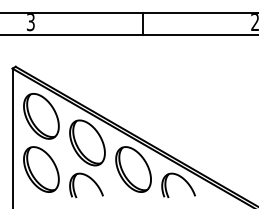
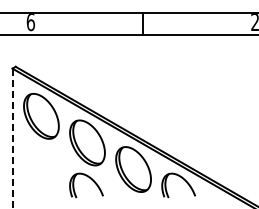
text at (30, 22): 3 -> 6
line at (12, 138): solid -> dashed
part at (41, 169): present -> none
